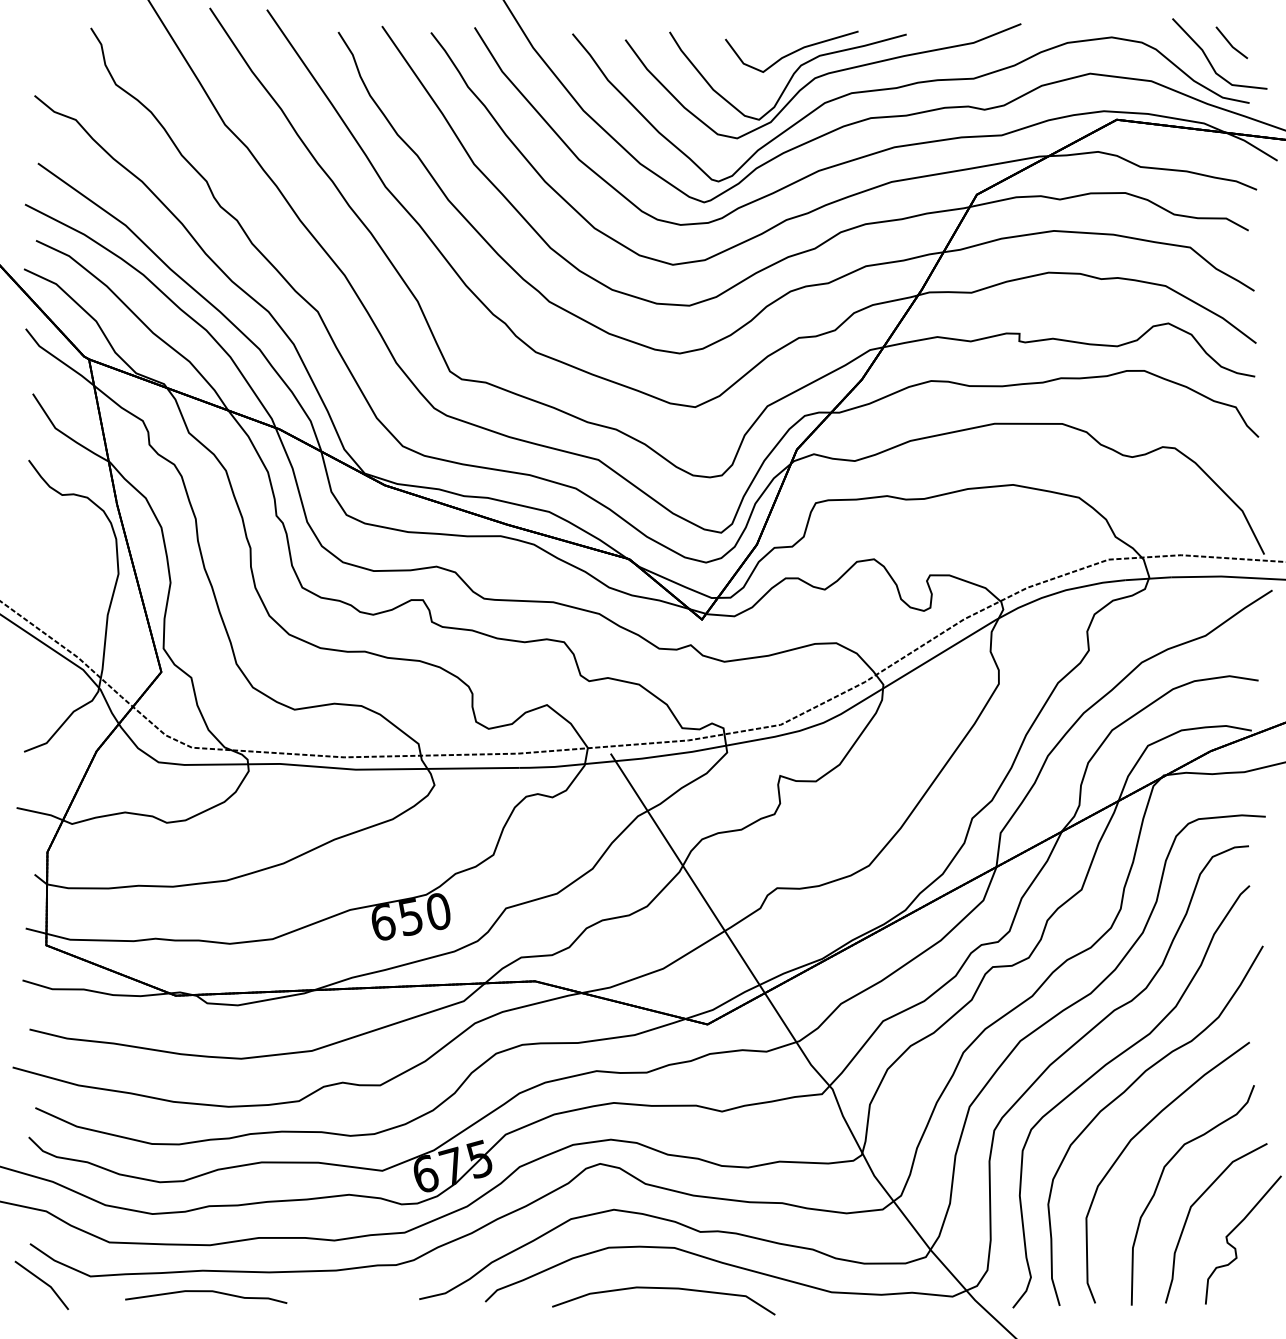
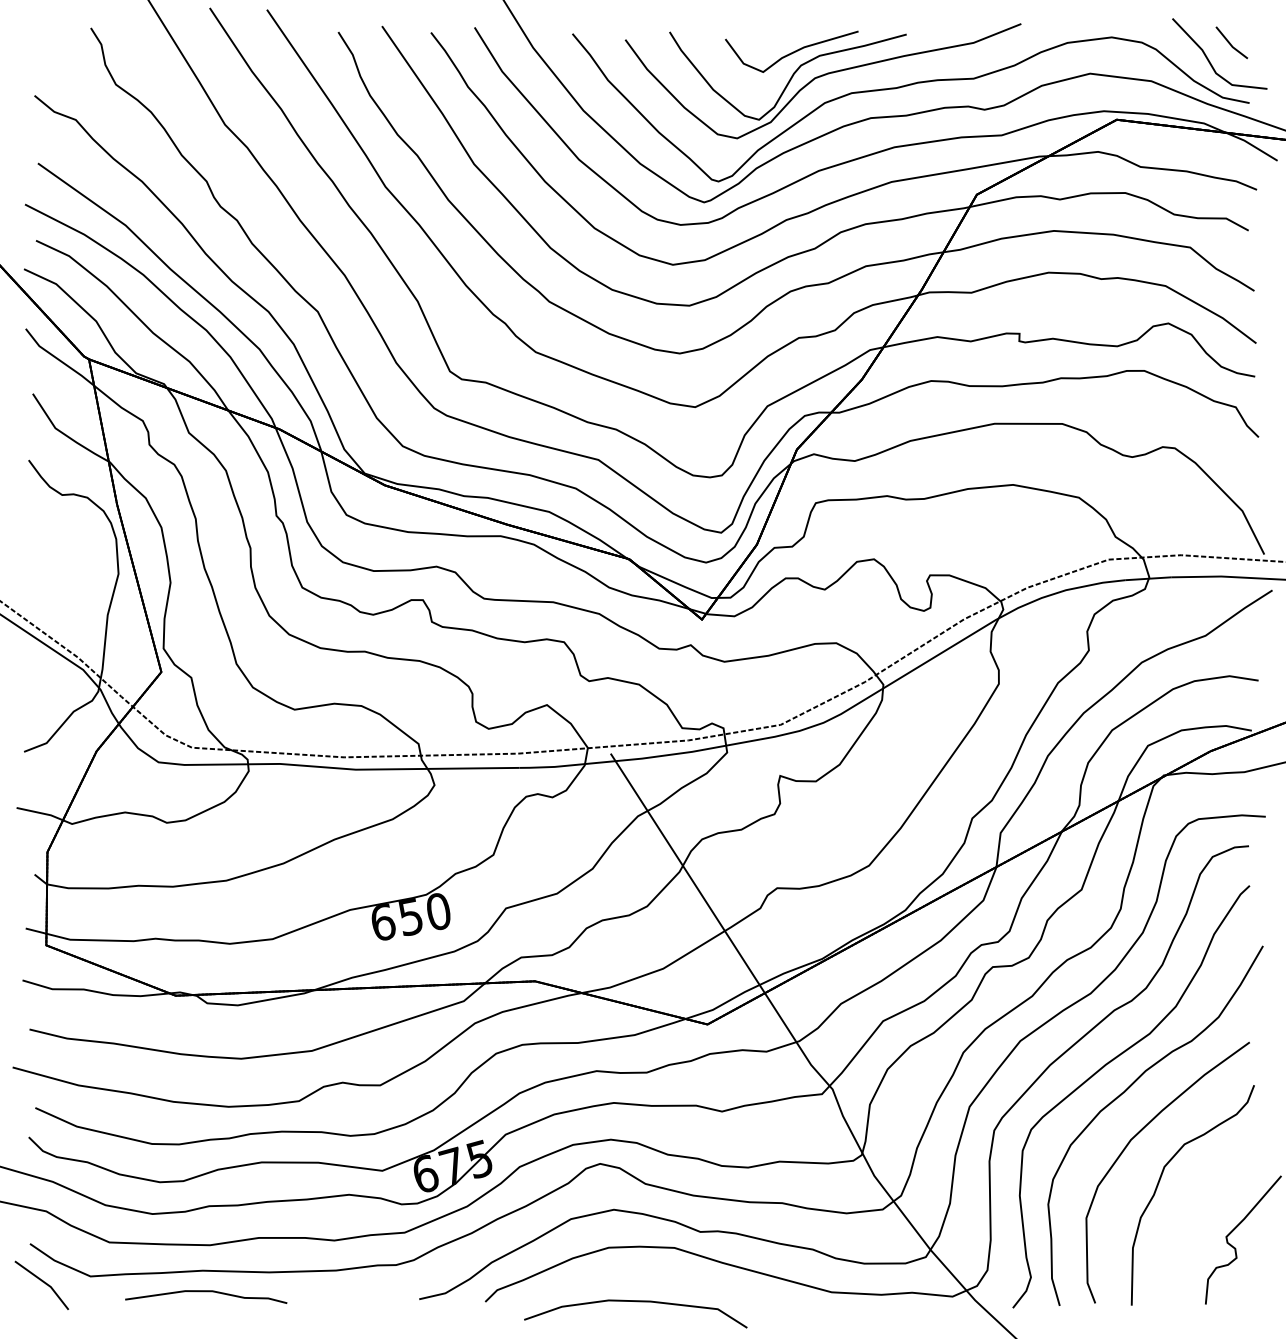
curve at (1189, 1214): present -> none
curve at (664, 1289) position: (664, 1289) -> (636, 1302)
